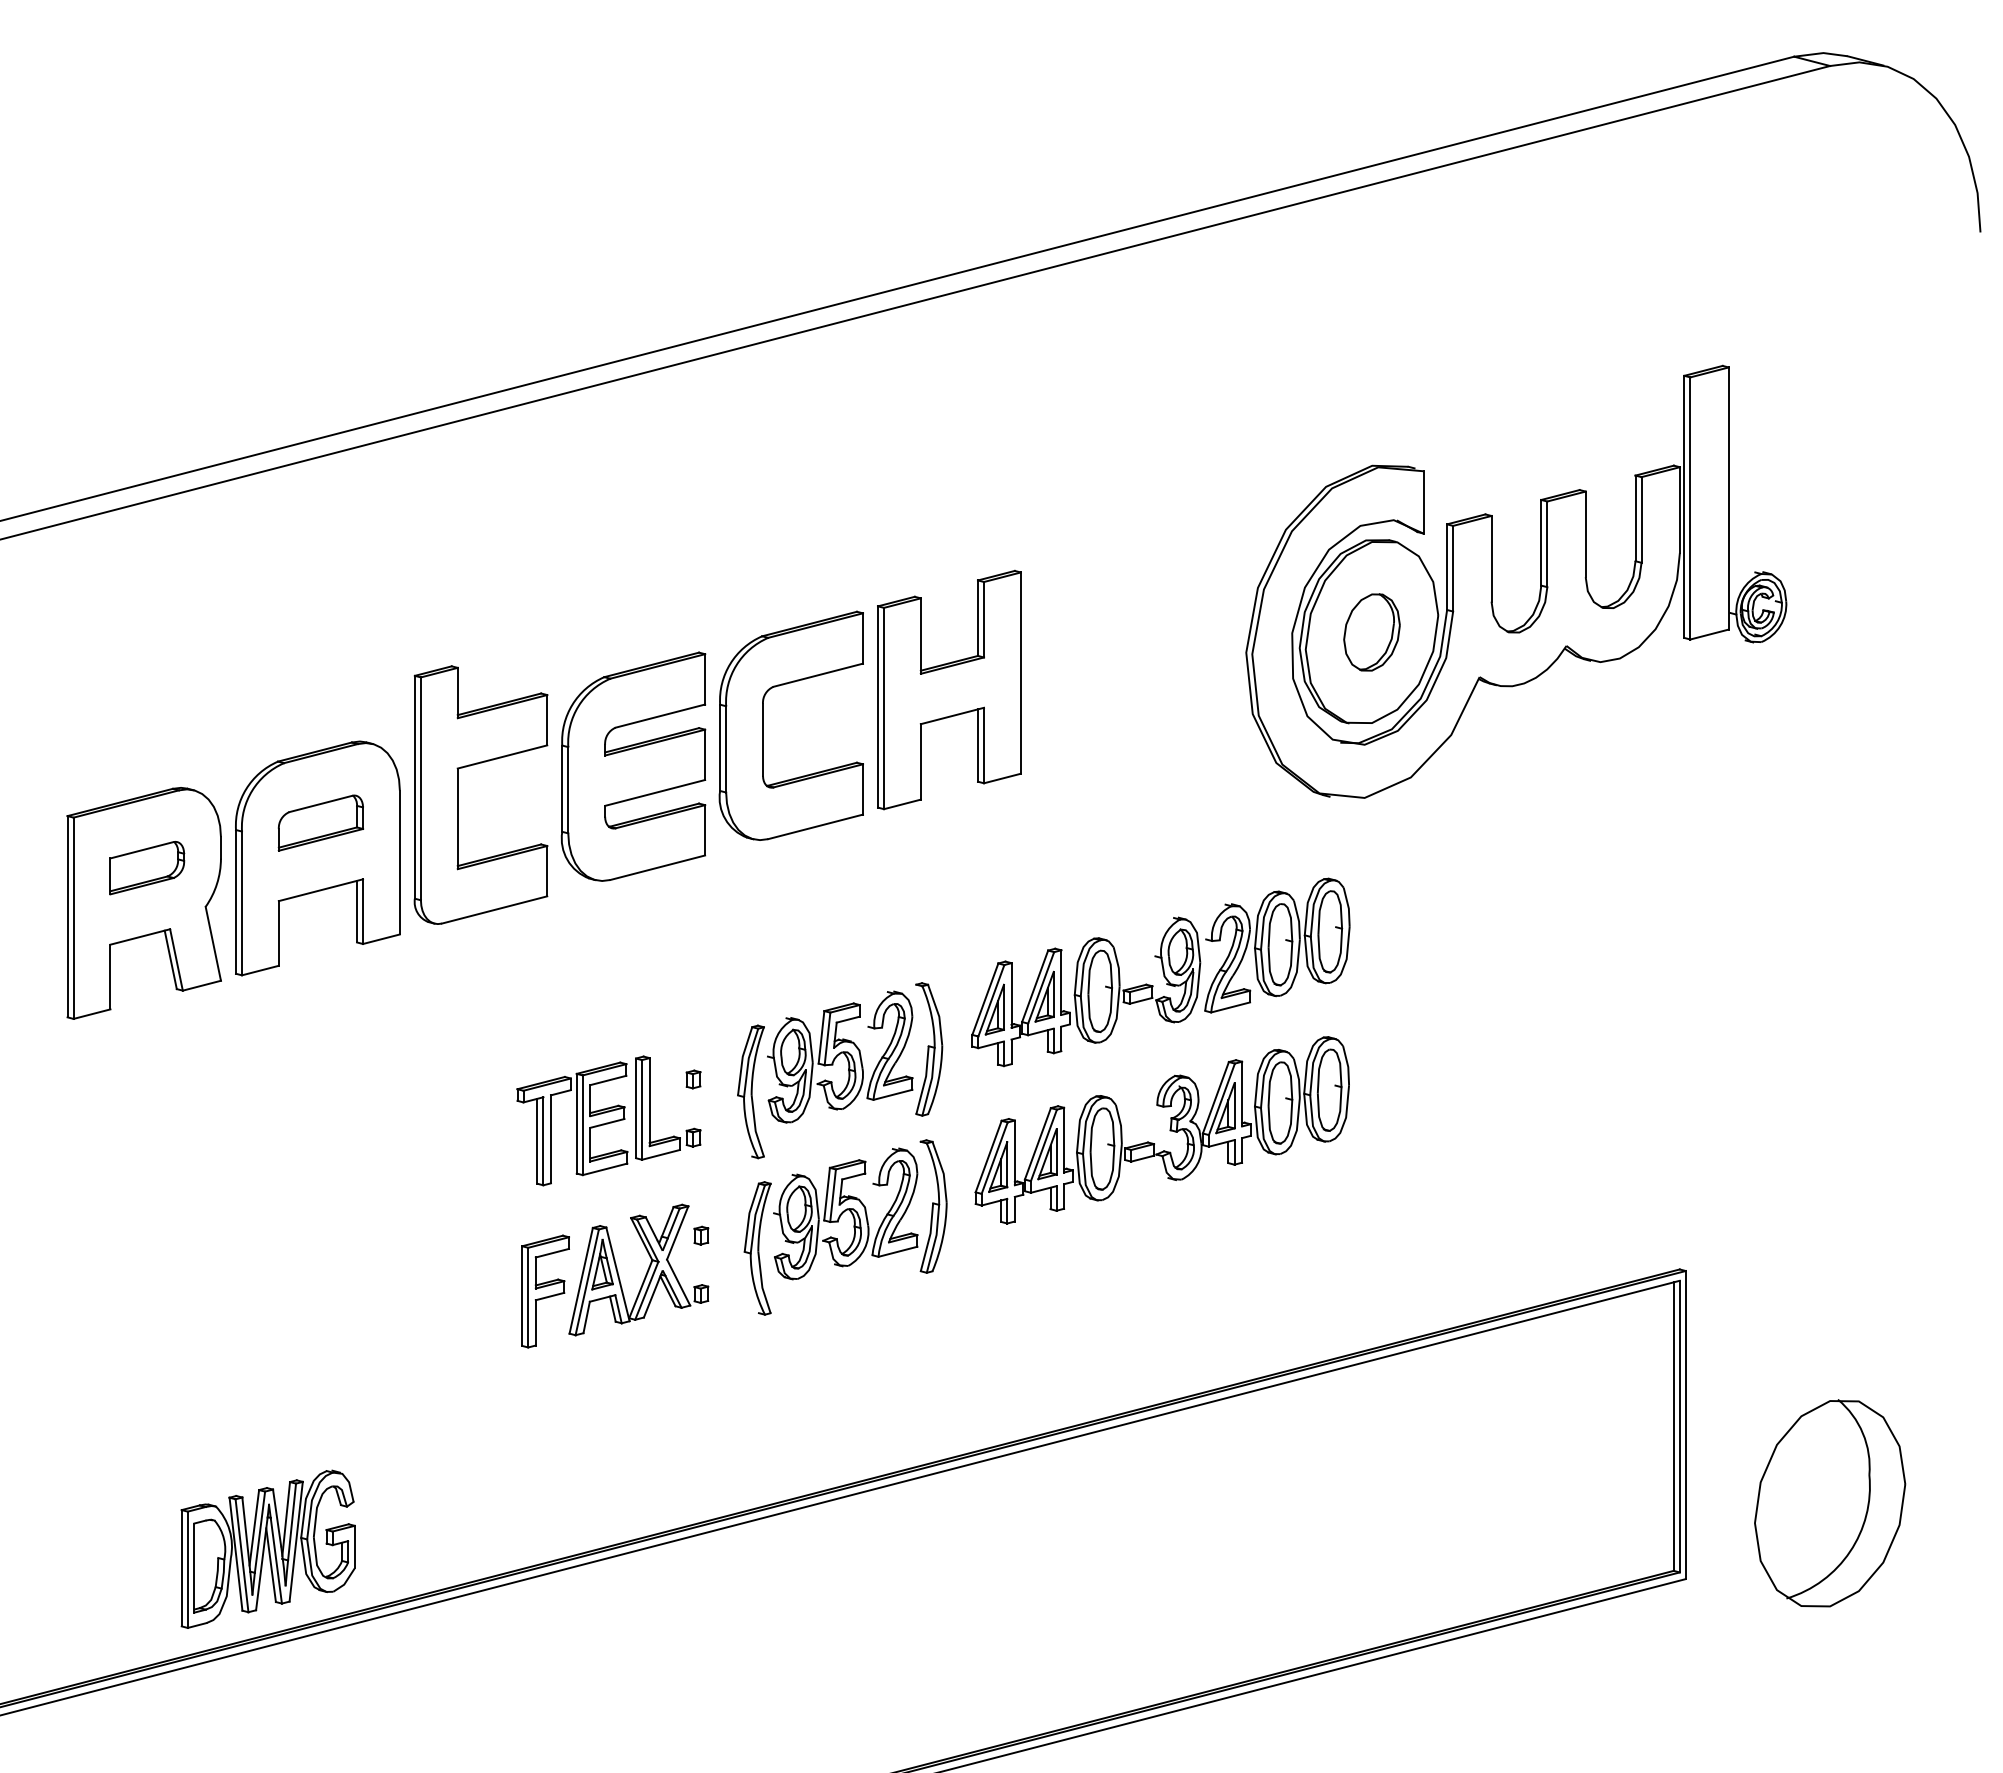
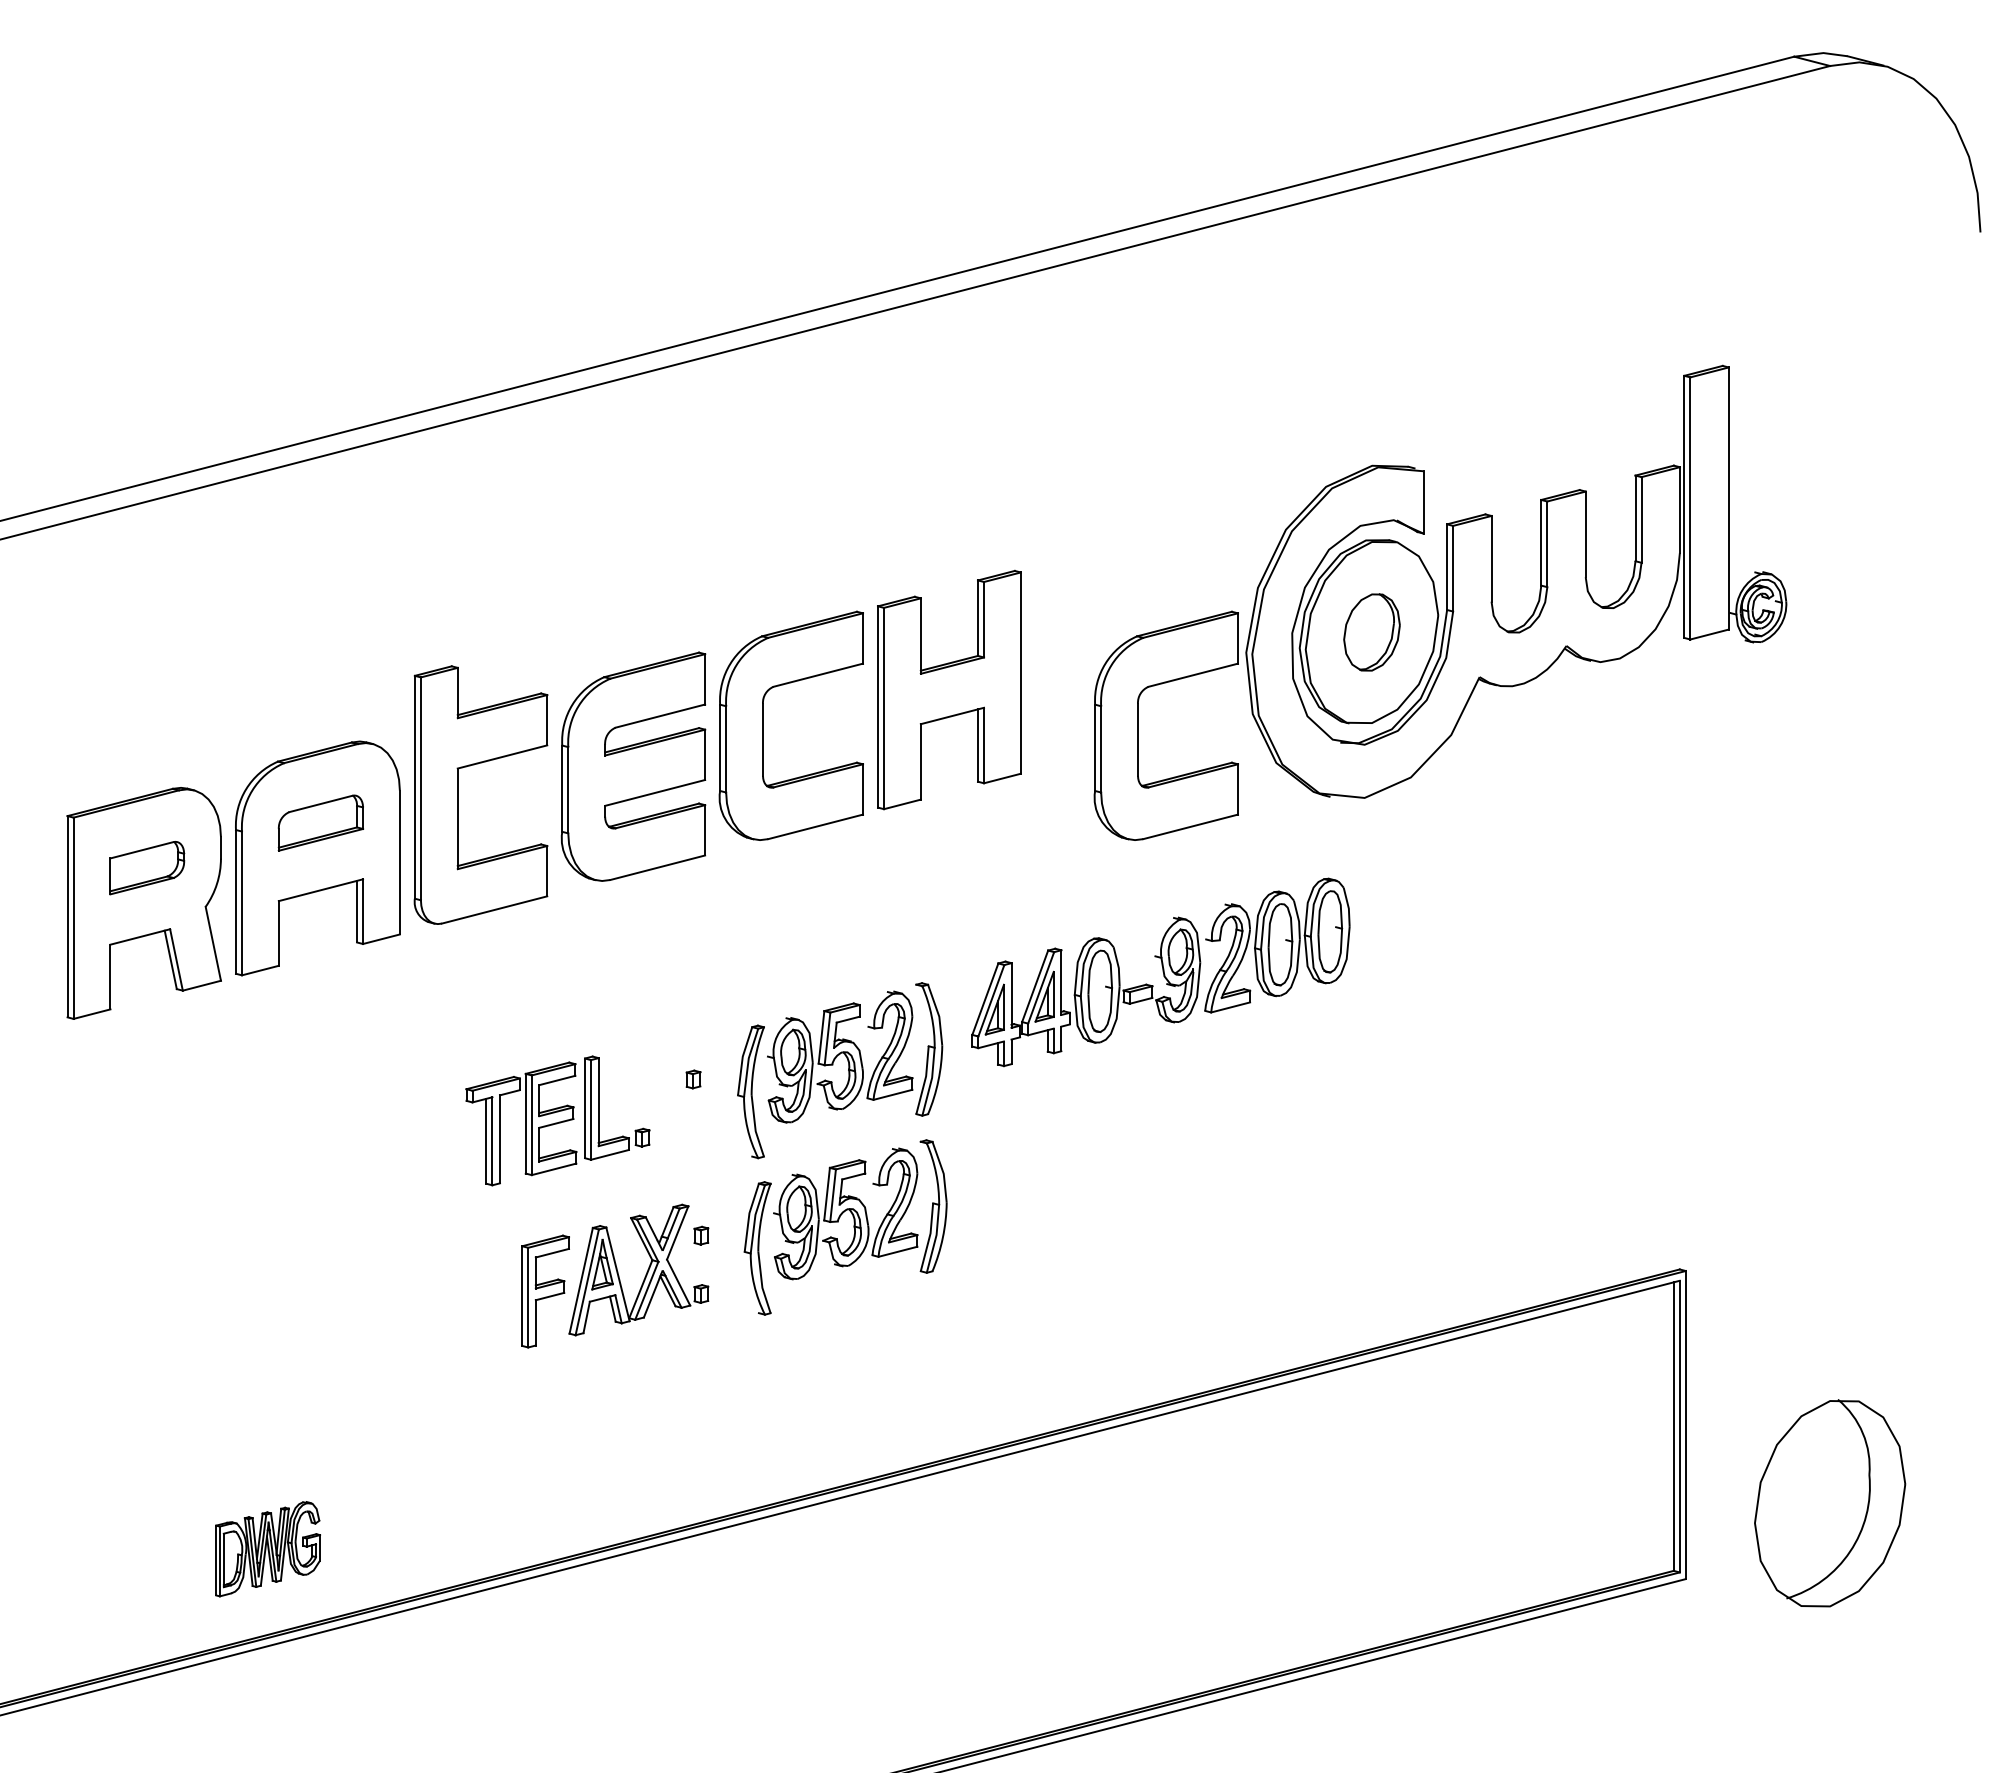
part at (1138, 725): none -> present
part at (608, 1120) position: (608, 1120) -> (557, 1120)
part at (1169, 1130): present -> none
part at (267, 1548) size: 176x160 px -> 106x97 px
